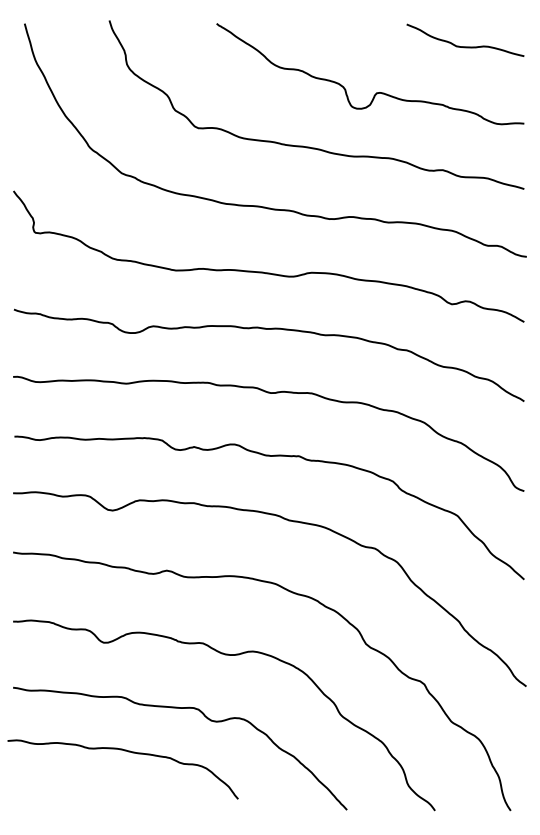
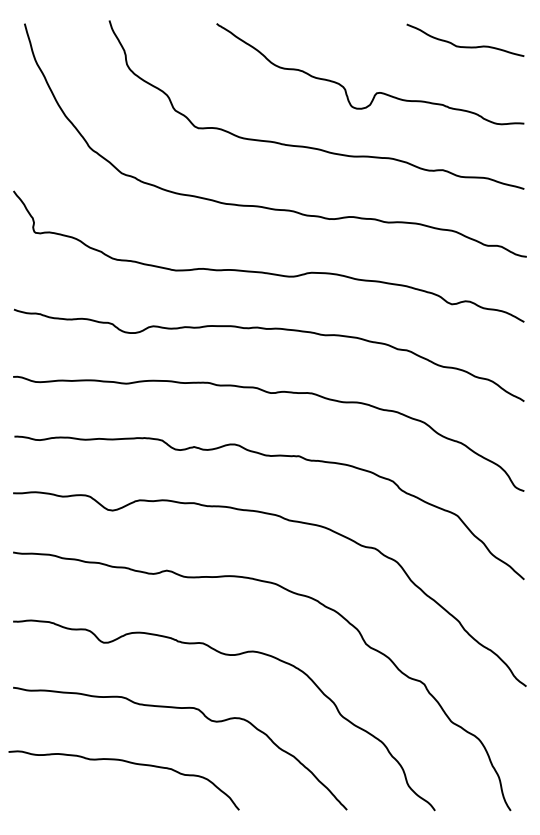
curve at (128, 752) position: (128, 752) -> (129, 763)
